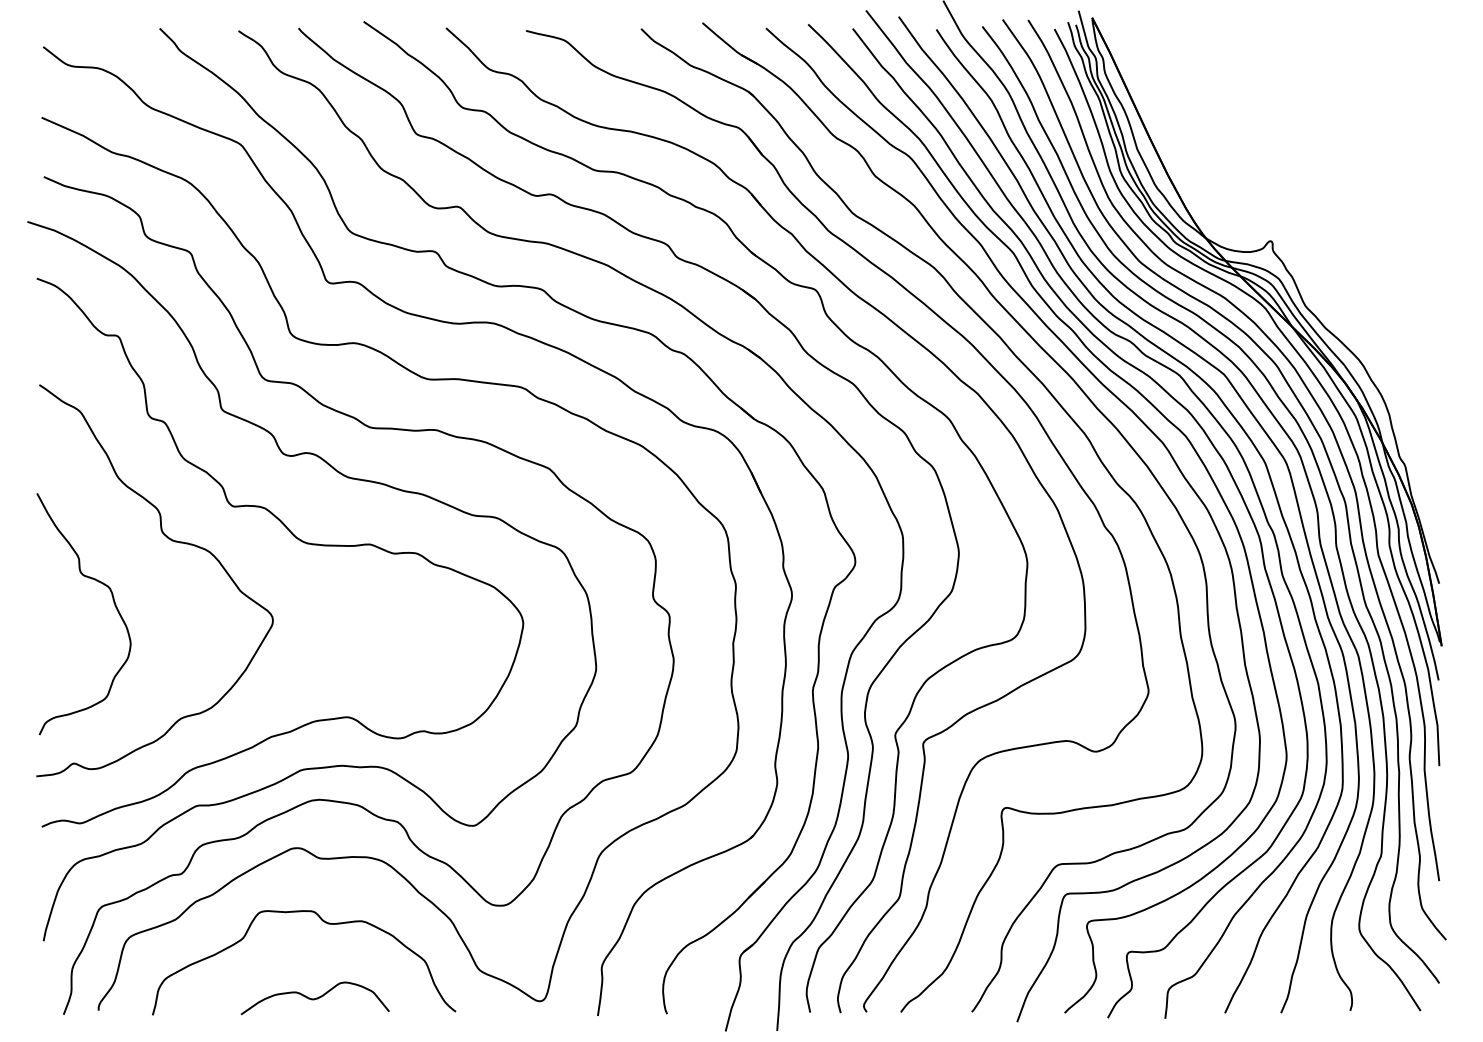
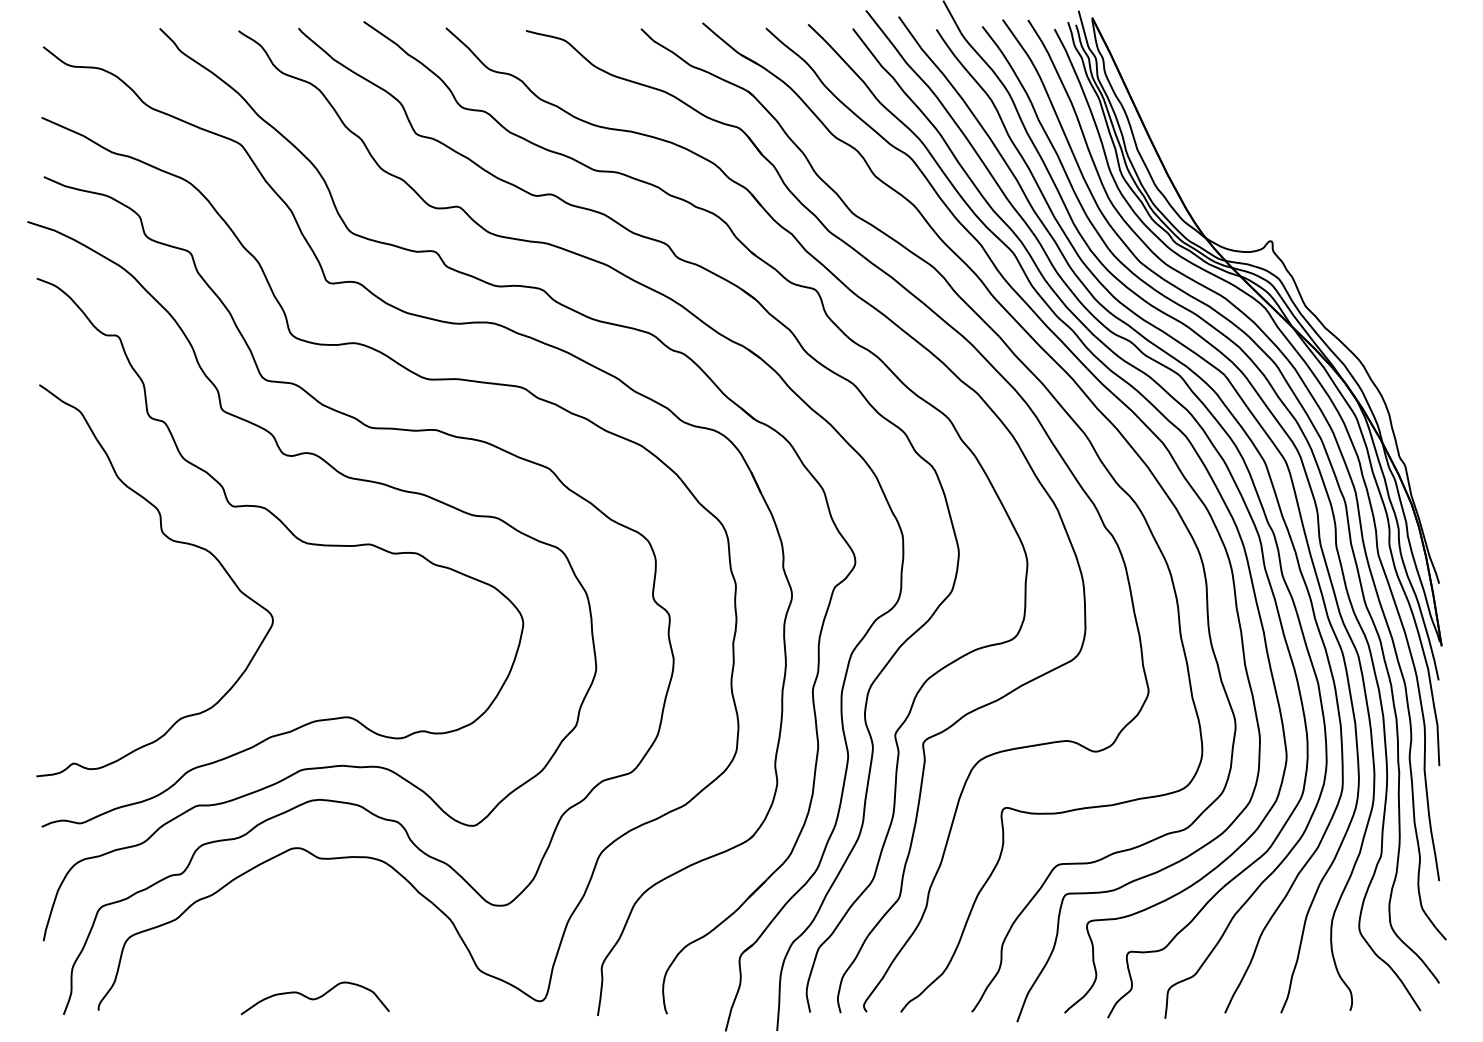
curve at (114, 605): present -> none
curve at (325, 923): present -> none
